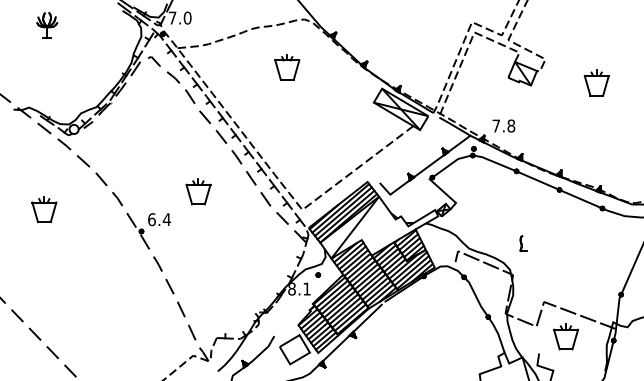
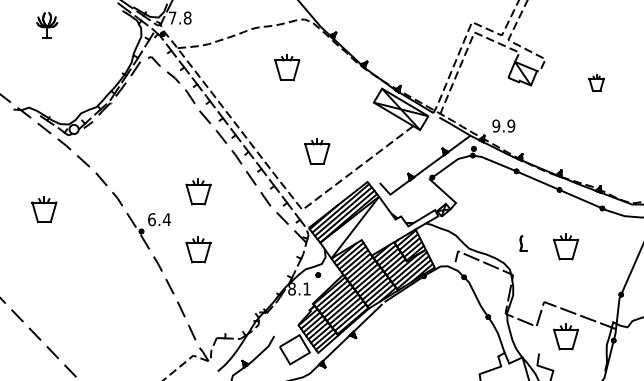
text at (187, 17): 7.0 -> 7.8
part at (596, 82) size: 27x28 px -> 17x18 px
text at (503, 125): 7.8 -> 9.9
part at (317, 151): none -> present
part at (566, 246): none -> present
part at (198, 249): none -> present
